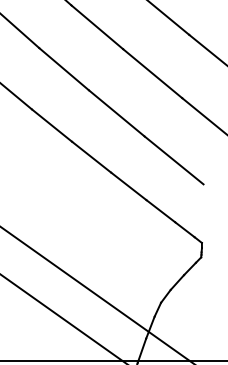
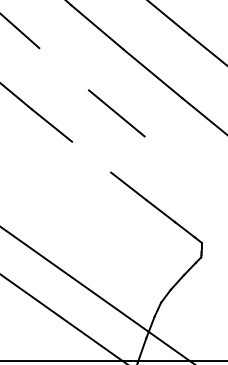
line at (64, 69): present -> none
line at (91, 156): present -> none
line at (173, 160): present -> none
